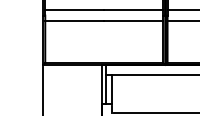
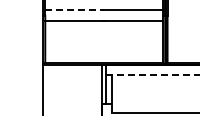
line at (75, 10): solid -> dashed
line at (181, 10): present -> none
line at (181, 20): present -> none
line at (153, 75): solid -> dashed
